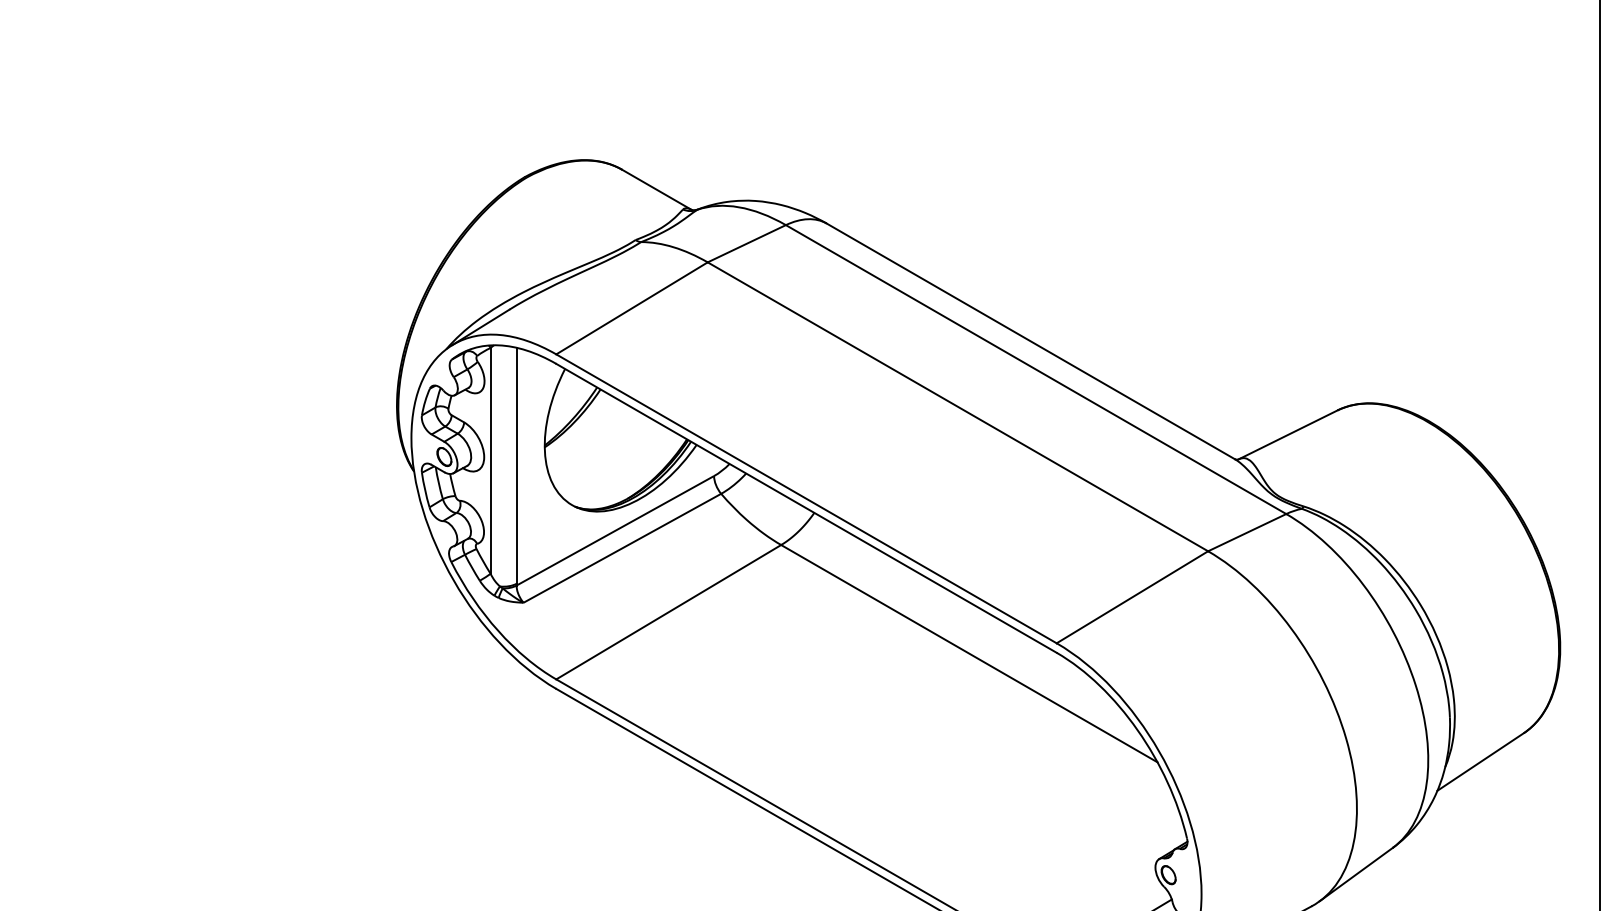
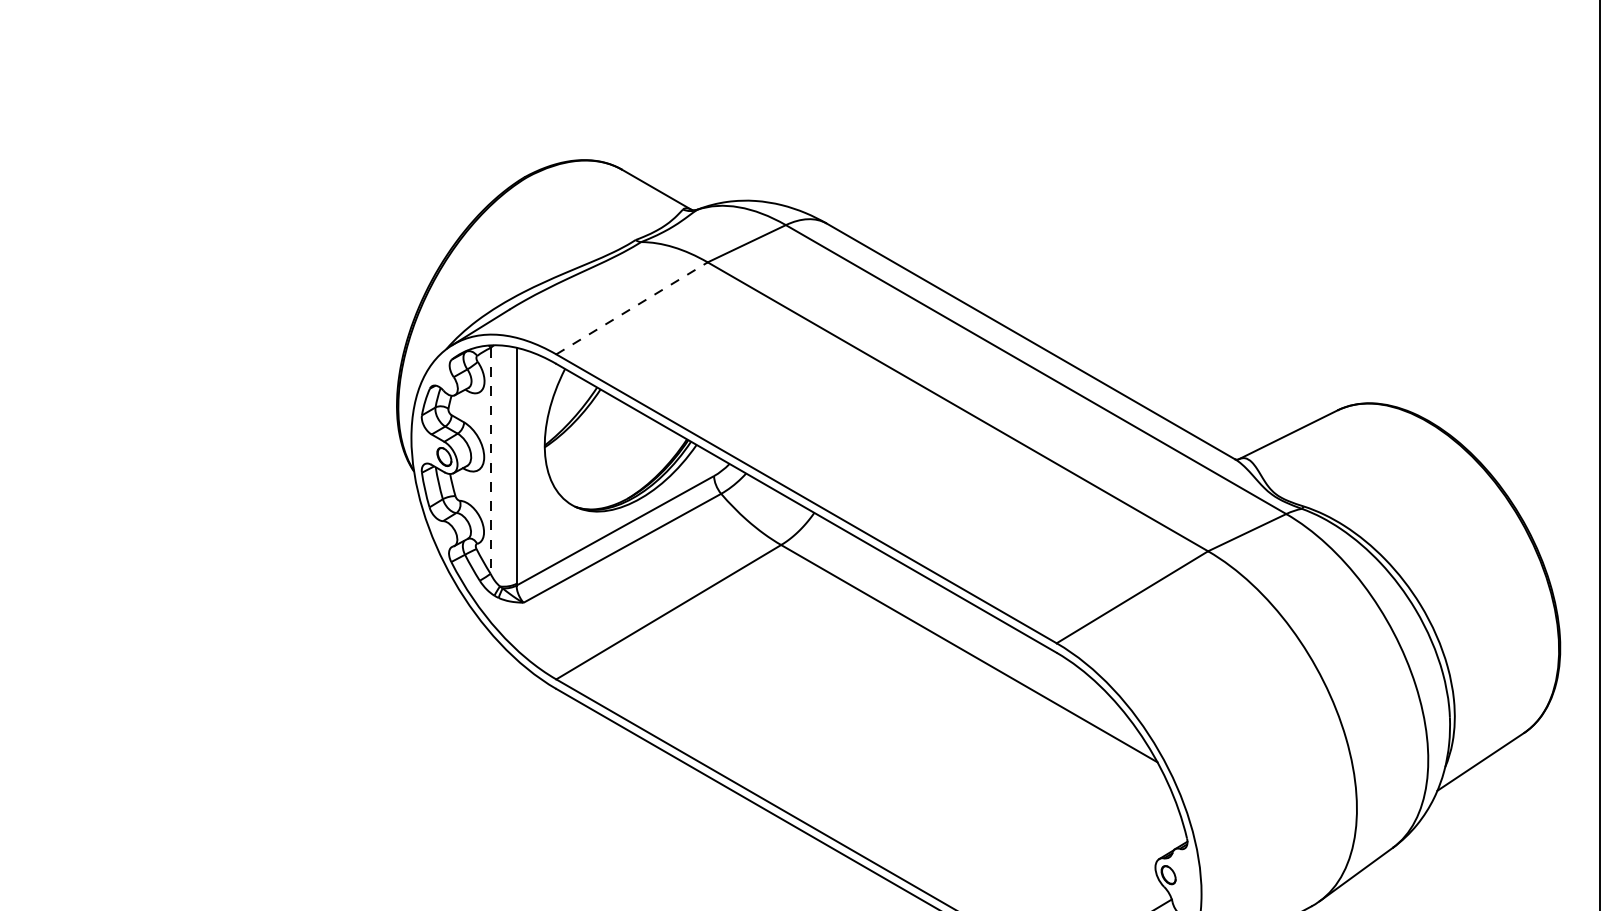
line at (632, 308): solid -> dashed
line at (490, 460): solid -> dashed
